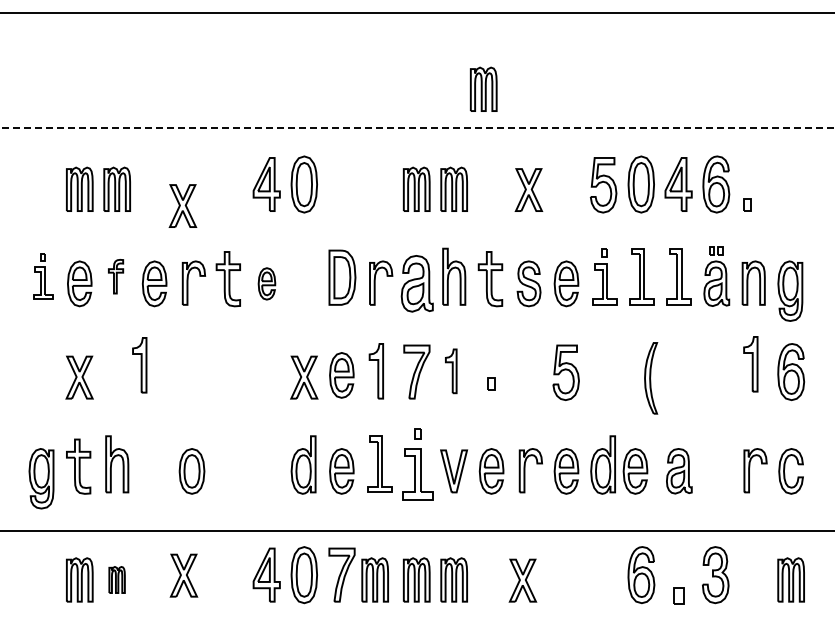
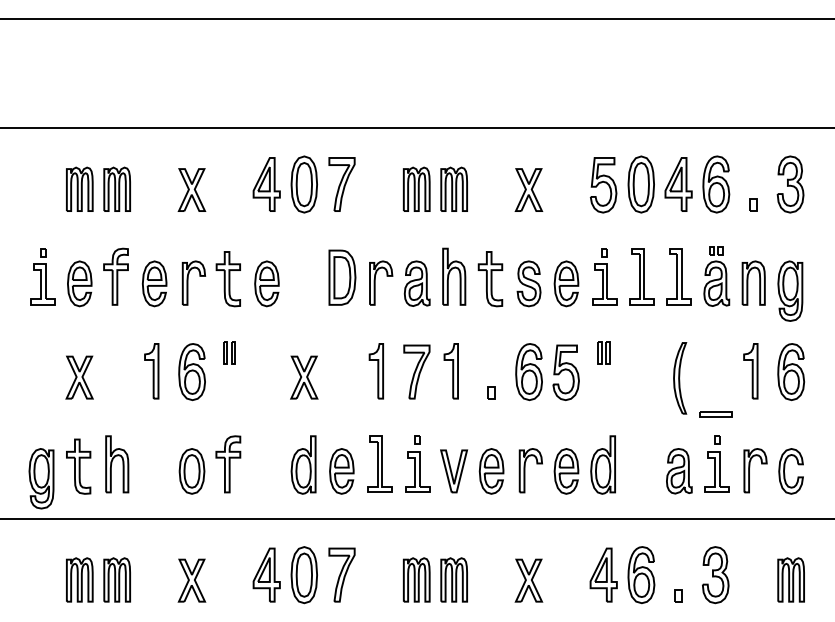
line at (416, 12) position: (416, 12) -> (416, 18)
part at (483, 88): present -> none
line at (417, 128): dashed -> solid
part at (341, 184): none -> present
part at (790, 184): none -> present
part at (747, 204) position: (747, 204) -> (753, 204)
part at (182, 205) position: (182, 205) -> (191, 189)
part at (43, 276) size: 21x47 px -> 26x58 px
part at (116, 276) size: 17x36 px -> 26x59 px
part at (266, 283) size: 20x34 px -> 26x48 px
part at (416, 283) size: 34x58 px -> 28x47 px
part at (229, 352): none -> present
part at (603, 352): none -> present
part at (750, 364) position: (750, 364) -> (750, 371)
part at (139, 365) position: (139, 365) -> (151, 371)
part at (451, 371) size: 13x47 px -> 16x57 px
part at (191, 372): none -> present
part at (528, 372): none -> present
part at (341, 375): present -> none
part at (651, 378) position: (651, 378) -> (680, 378)
part at (491, 383) position: (491, 383) -> (491, 392)
part at (715, 414): none -> present
part at (716, 463): none -> present
part at (228, 464): none -> present
part at (417, 464) size: 32x73 px -> 26x58 px
part at (635, 471): present -> none
line at (416, 530) position: (416, 530) -> (416, 518)
part at (603, 574): none -> present
part at (183, 575) position: (183, 575) -> (191, 580)
part at (116, 579) size: 18x28 px -> 28x46 px
part at (374, 579): present -> none
part at (522, 580) position: (522, 580) -> (528, 580)
part at (678, 595) size: 12x18 px -> 9x14 px
